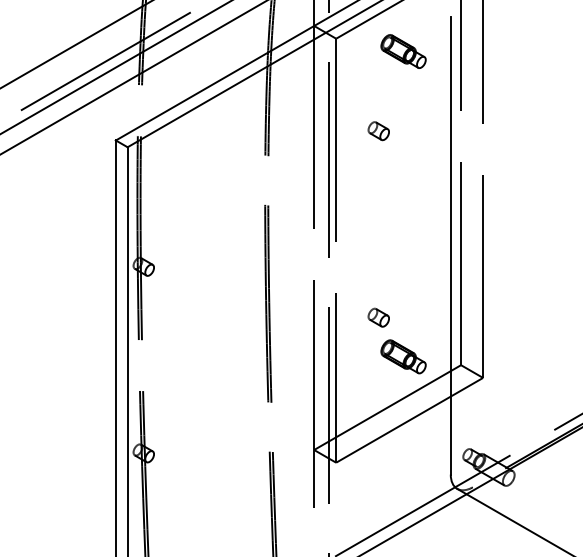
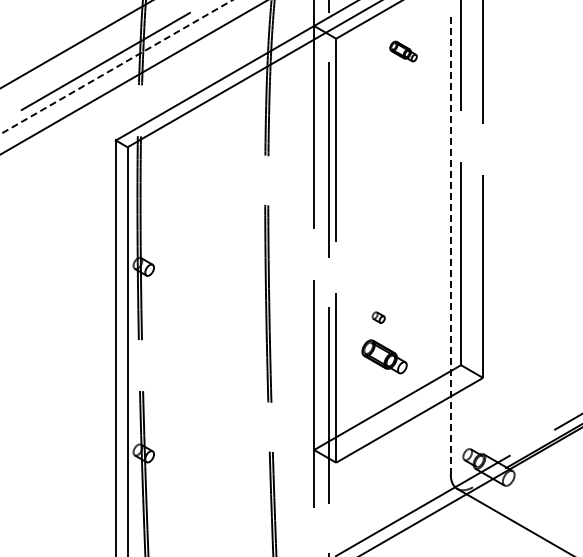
part at (403, 51) size: 47x35 px -> 29x23 px
line at (116, 67): solid -> dashed
part at (378, 131): present -> none
line at (450, 245): solid -> dashed
part at (378, 317) size: 23x21 px -> 15x13 px
part at (403, 356) position: (403, 356) -> (384, 356)
